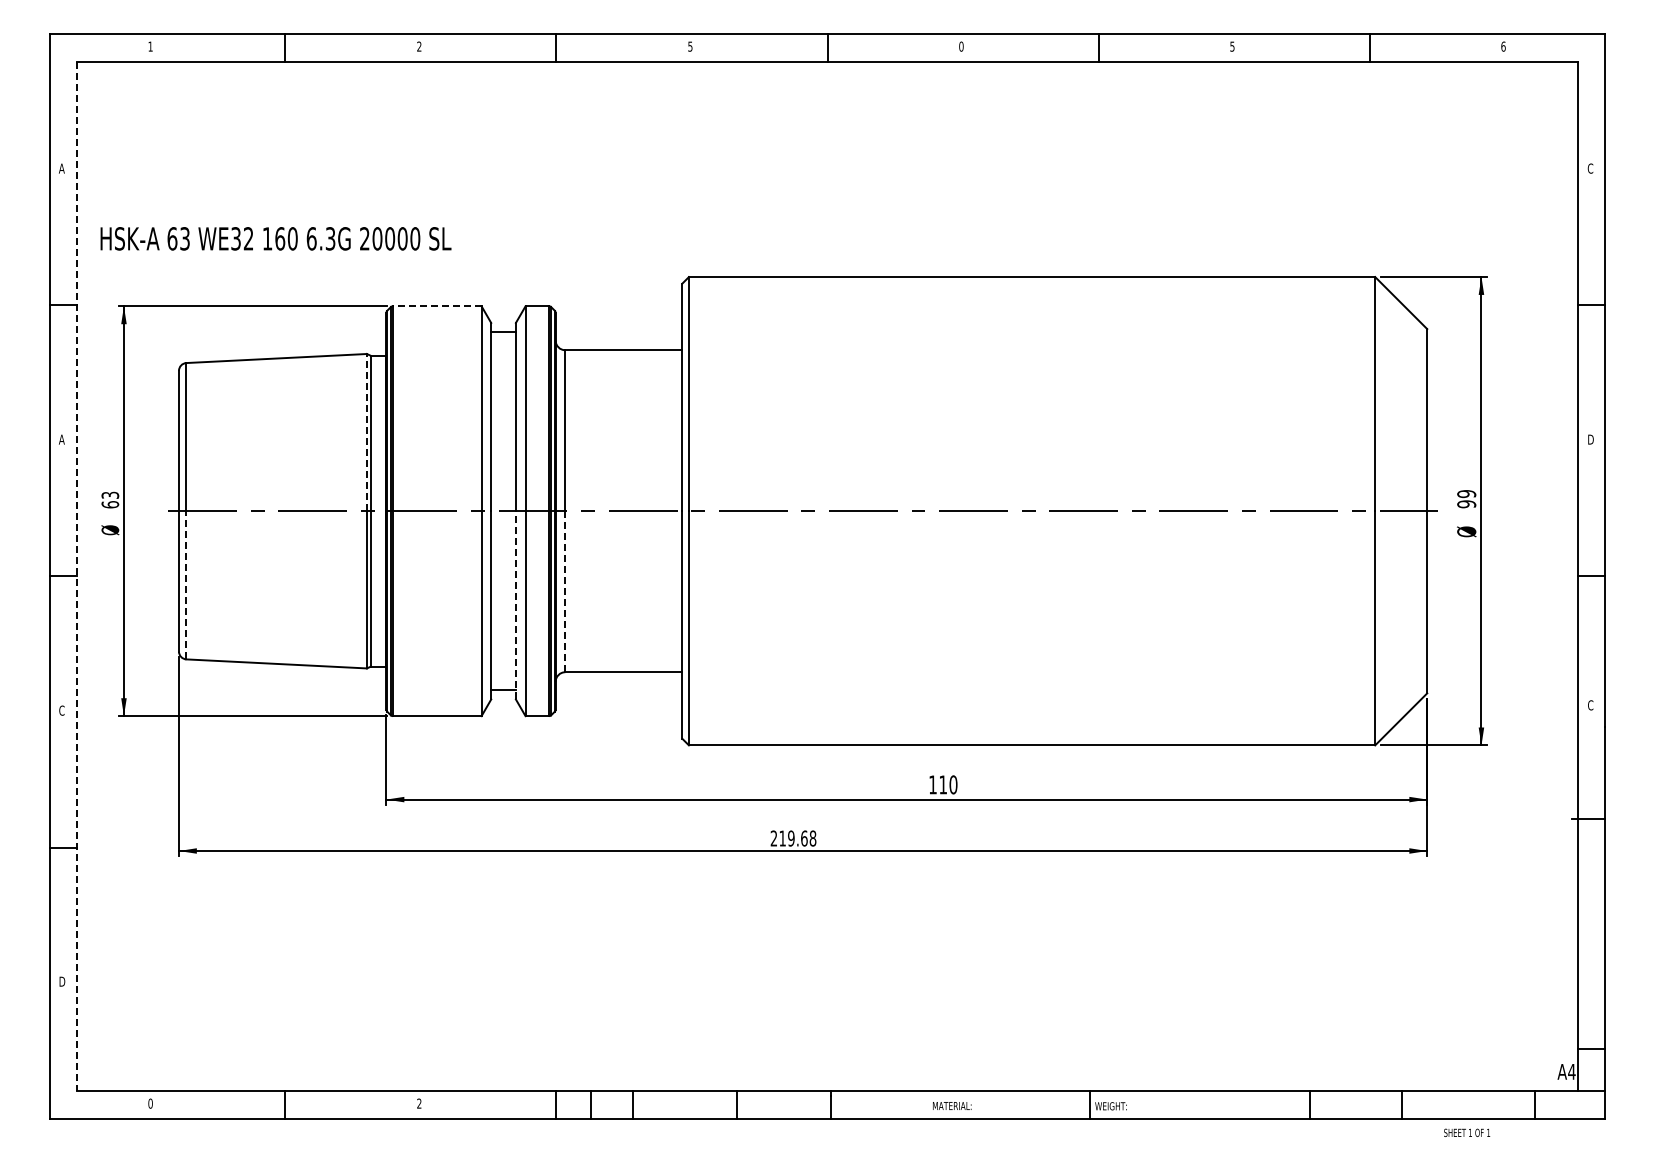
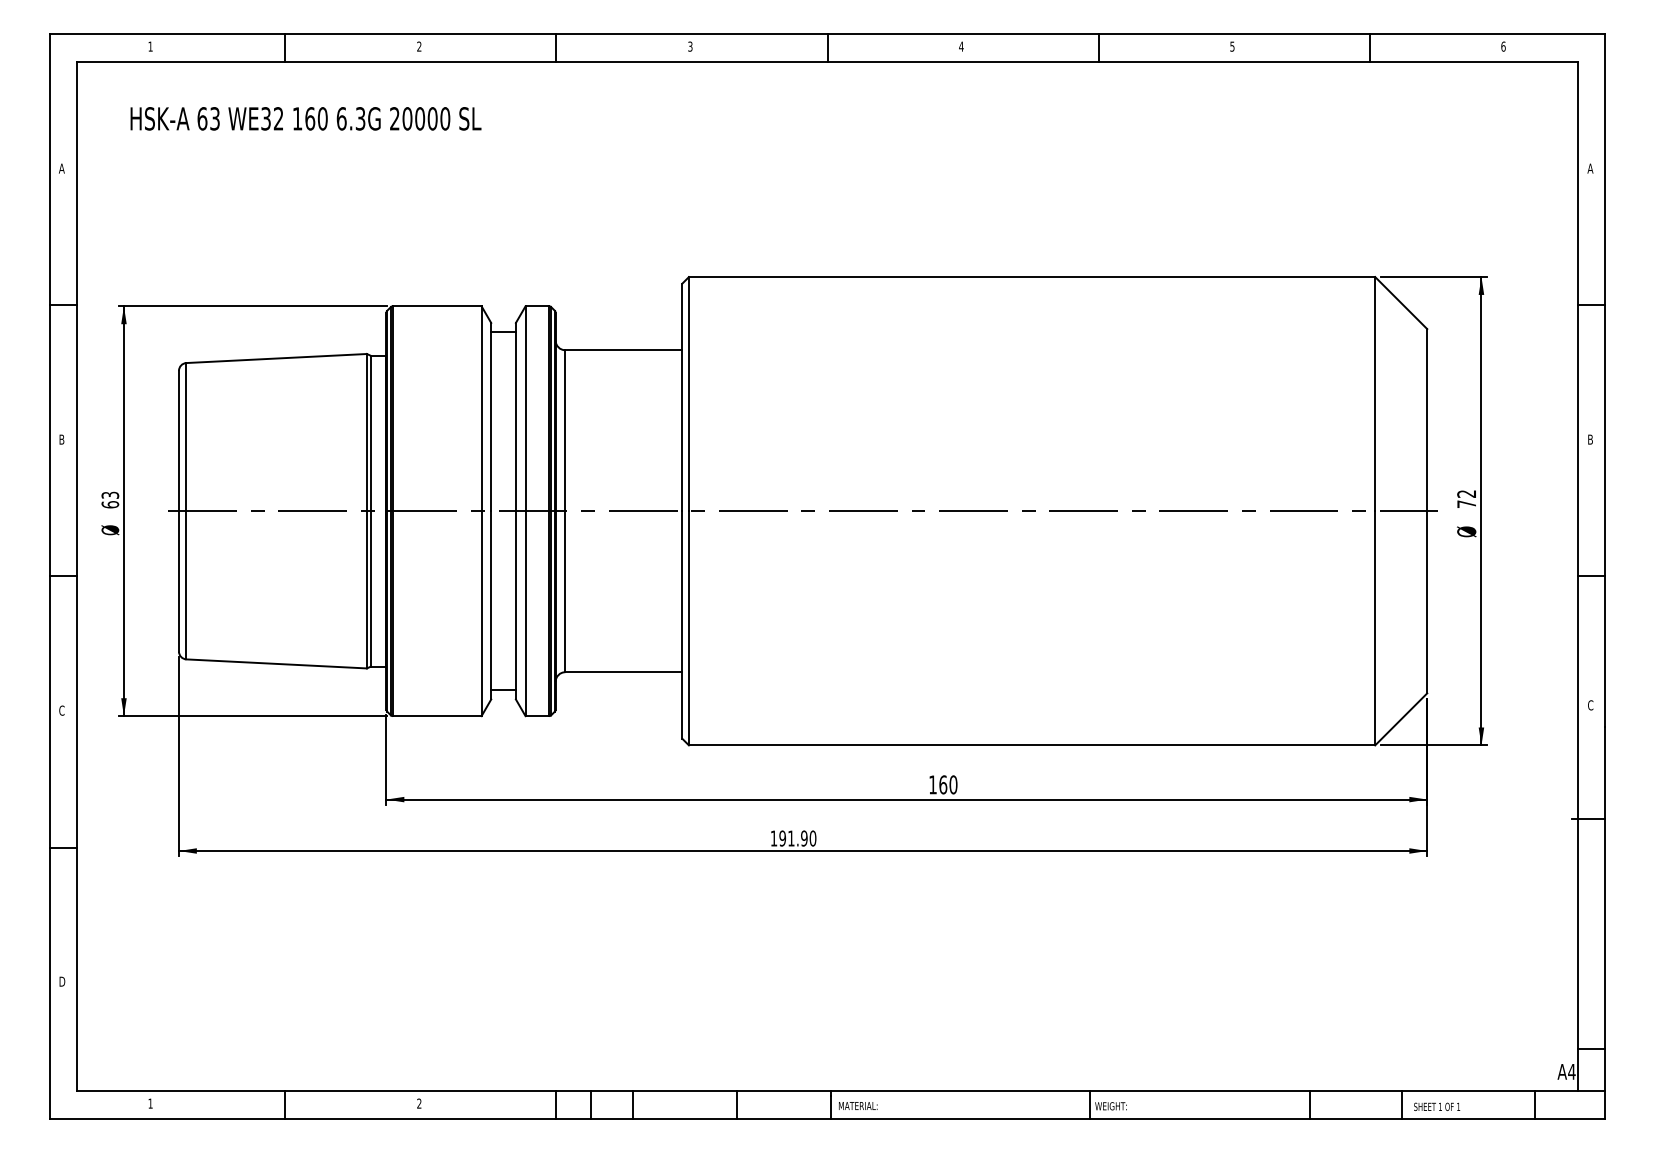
text at (690, 45): 5 -> 3
text at (961, 46): 0 -> 4
text at (1590, 168): C -> A
text at (275, 238) position: (275, 238) -> (305, 118)
line at (436, 306): dashed -> solid
line at (366, 432): dashed -> solid
text at (61, 439): A -> B
text at (1591, 439): D -> B
text at (1466, 499): 99 -> 72
line at (76, 576): dashed -> solid
line at (186, 584): dashed -> solid
line at (565, 592): dashed -> solid
line at (515, 604): dashed -> solid
text at (943, 784): 110 -> 160
text at (793, 838): 219.68 -> 191.90
text at (150, 1103): 0 -> 1
text at (952, 1105) position: (952, 1105) -> (858, 1105)
text at (1467, 1132) position: (1467, 1132) -> (1437, 1106)
